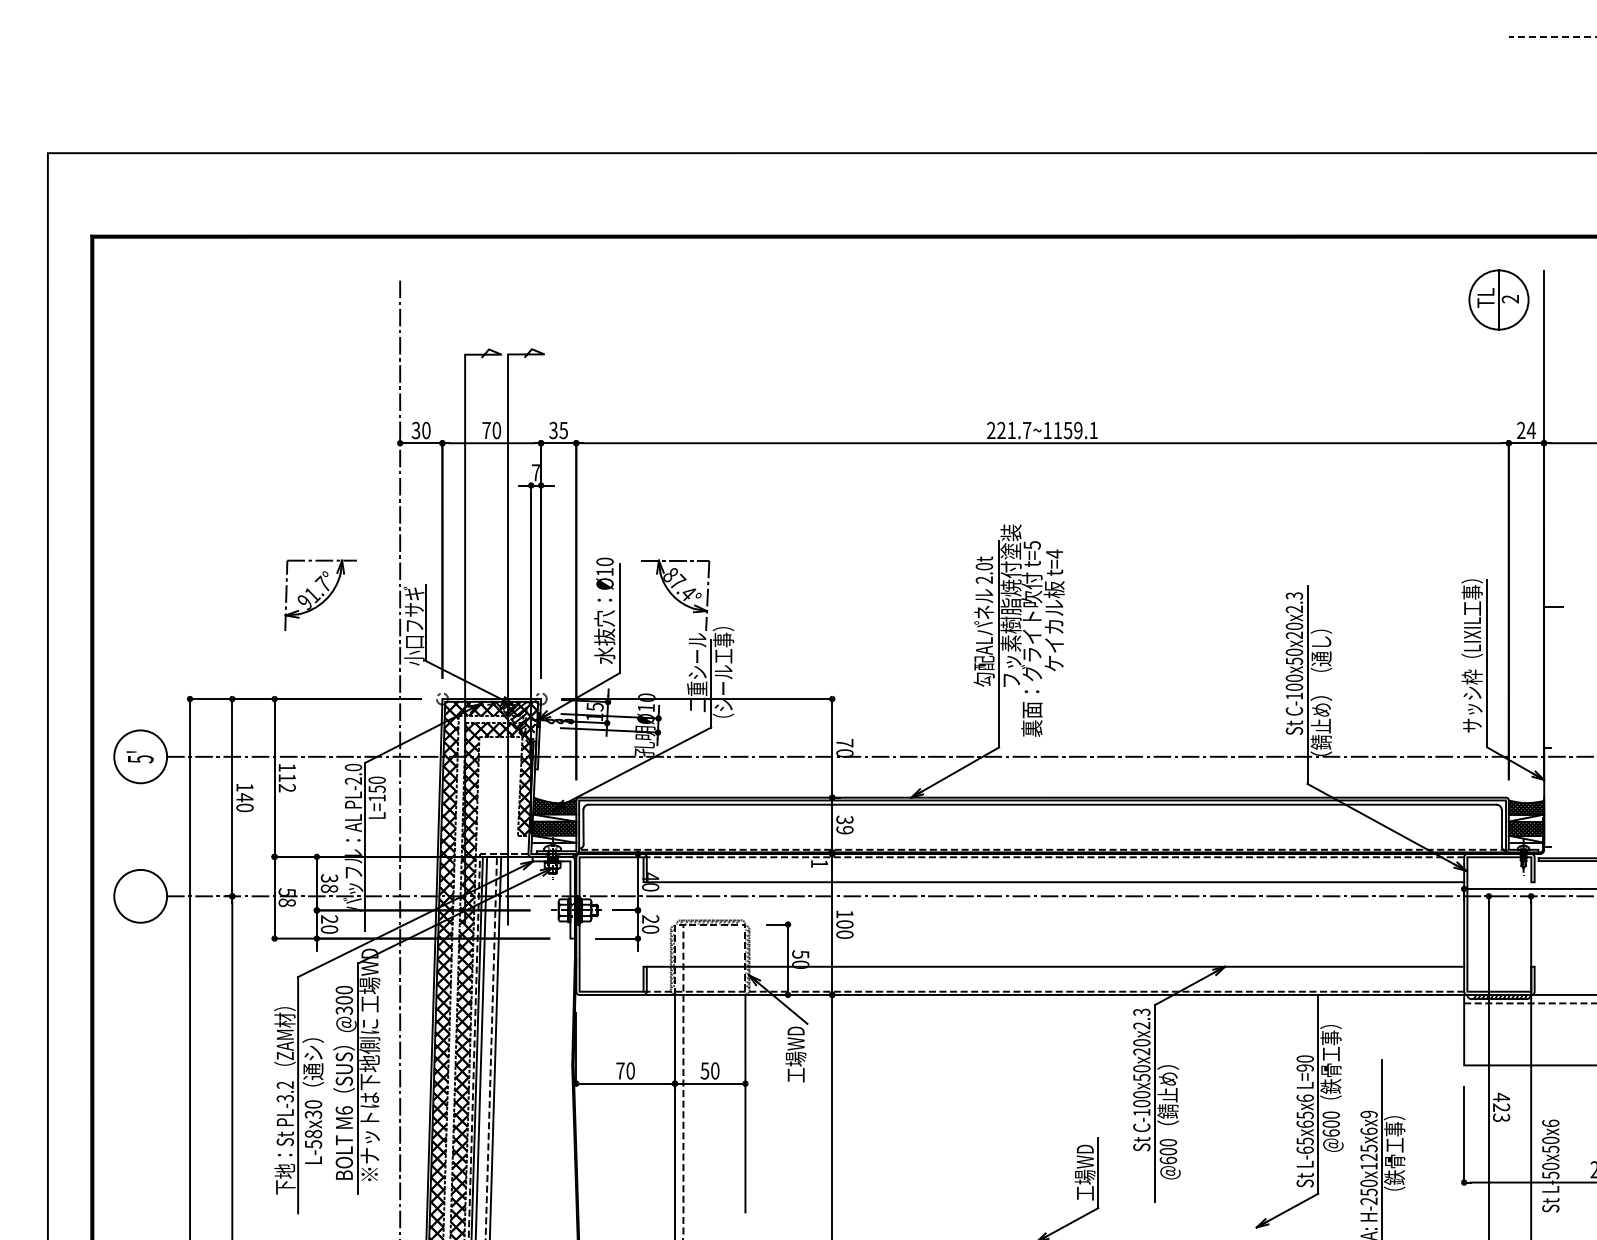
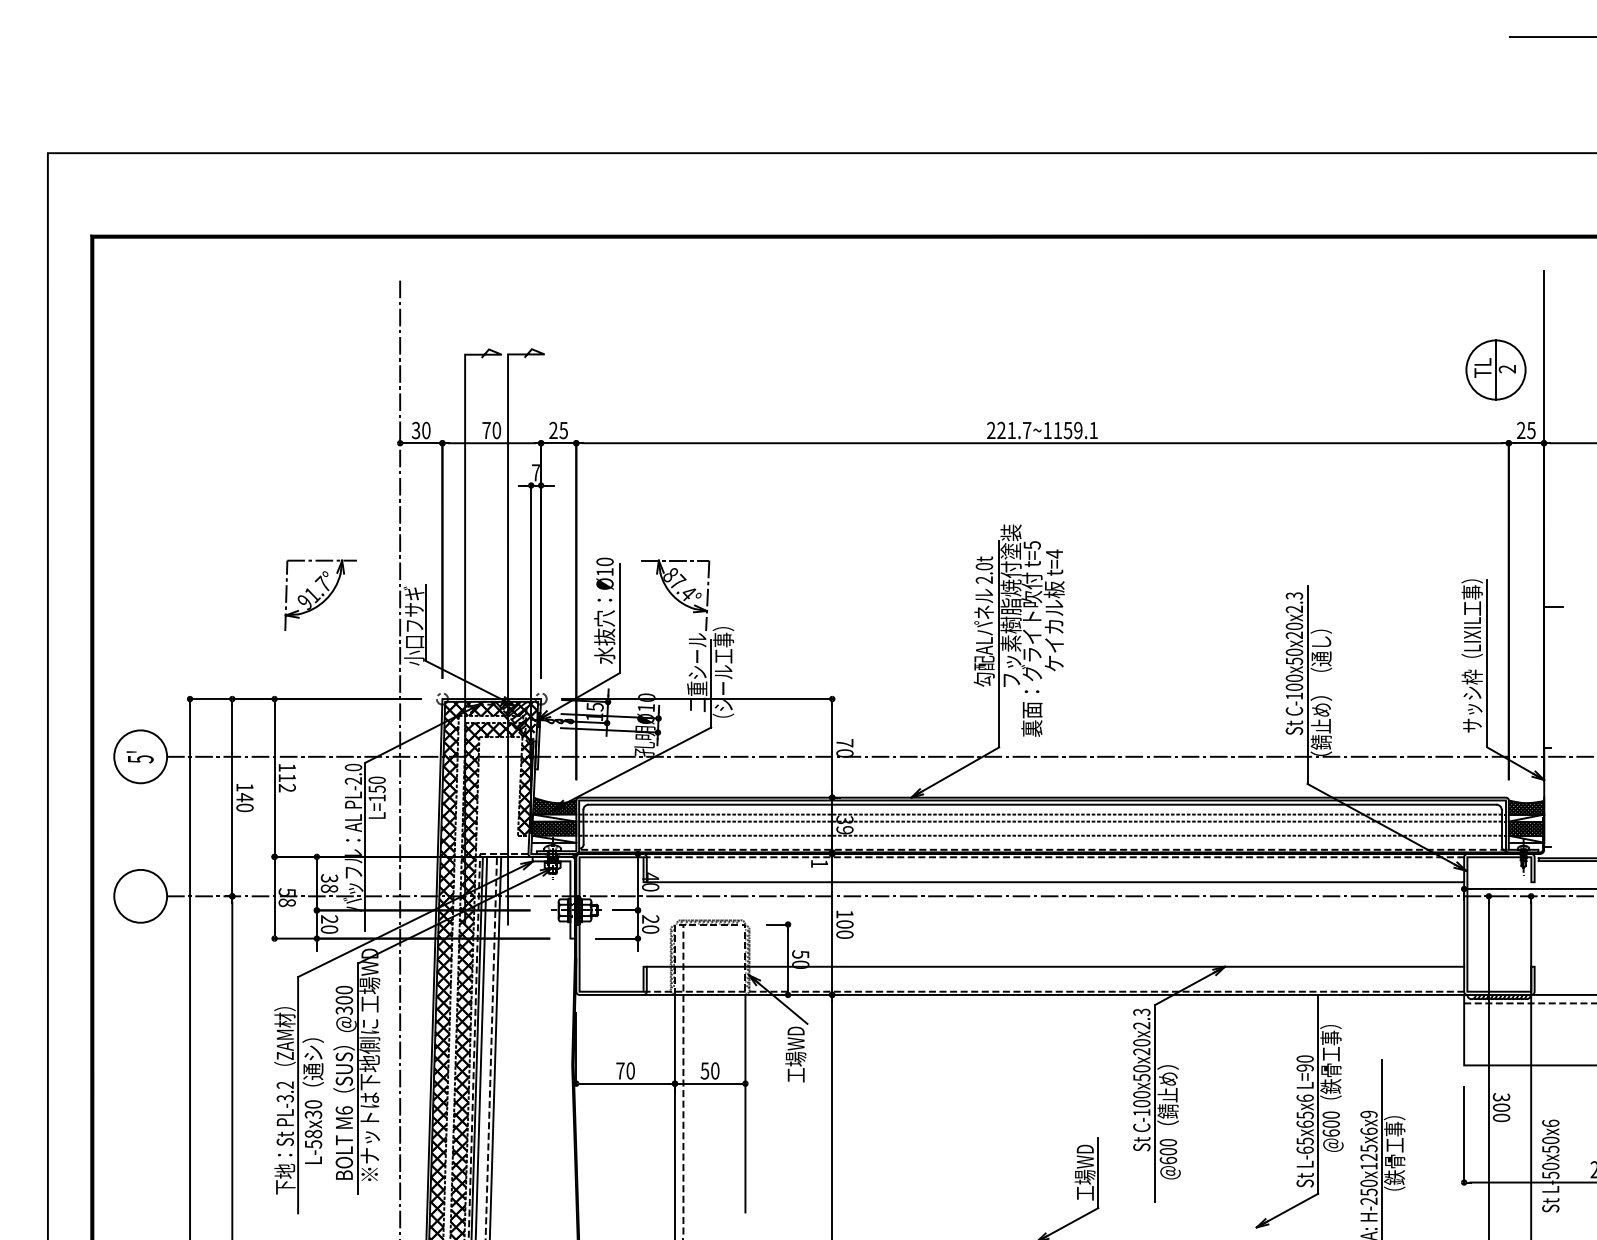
line at (1552, 36): dashed -> solid
part at (1498, 299) position: (1498, 299) -> (1495, 369)
text at (553, 430): 35 -> 25
text at (1531, 430): 24 -> 25
line at (1042, 814): none -> present
line at (1042, 821): none -> present
line at (1042, 835): none -> present
text at (1501, 1107): 423 -> 300
